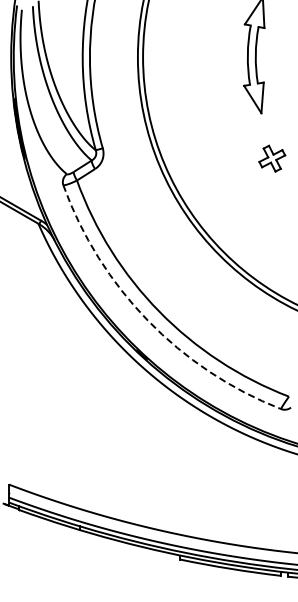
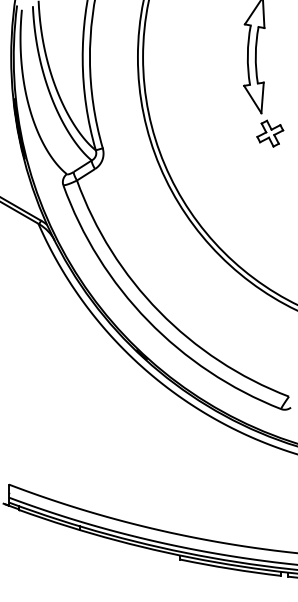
part at (272, 158) position: (272, 158) -> (270, 133)
arc at (147, 320): dashed -> solid
